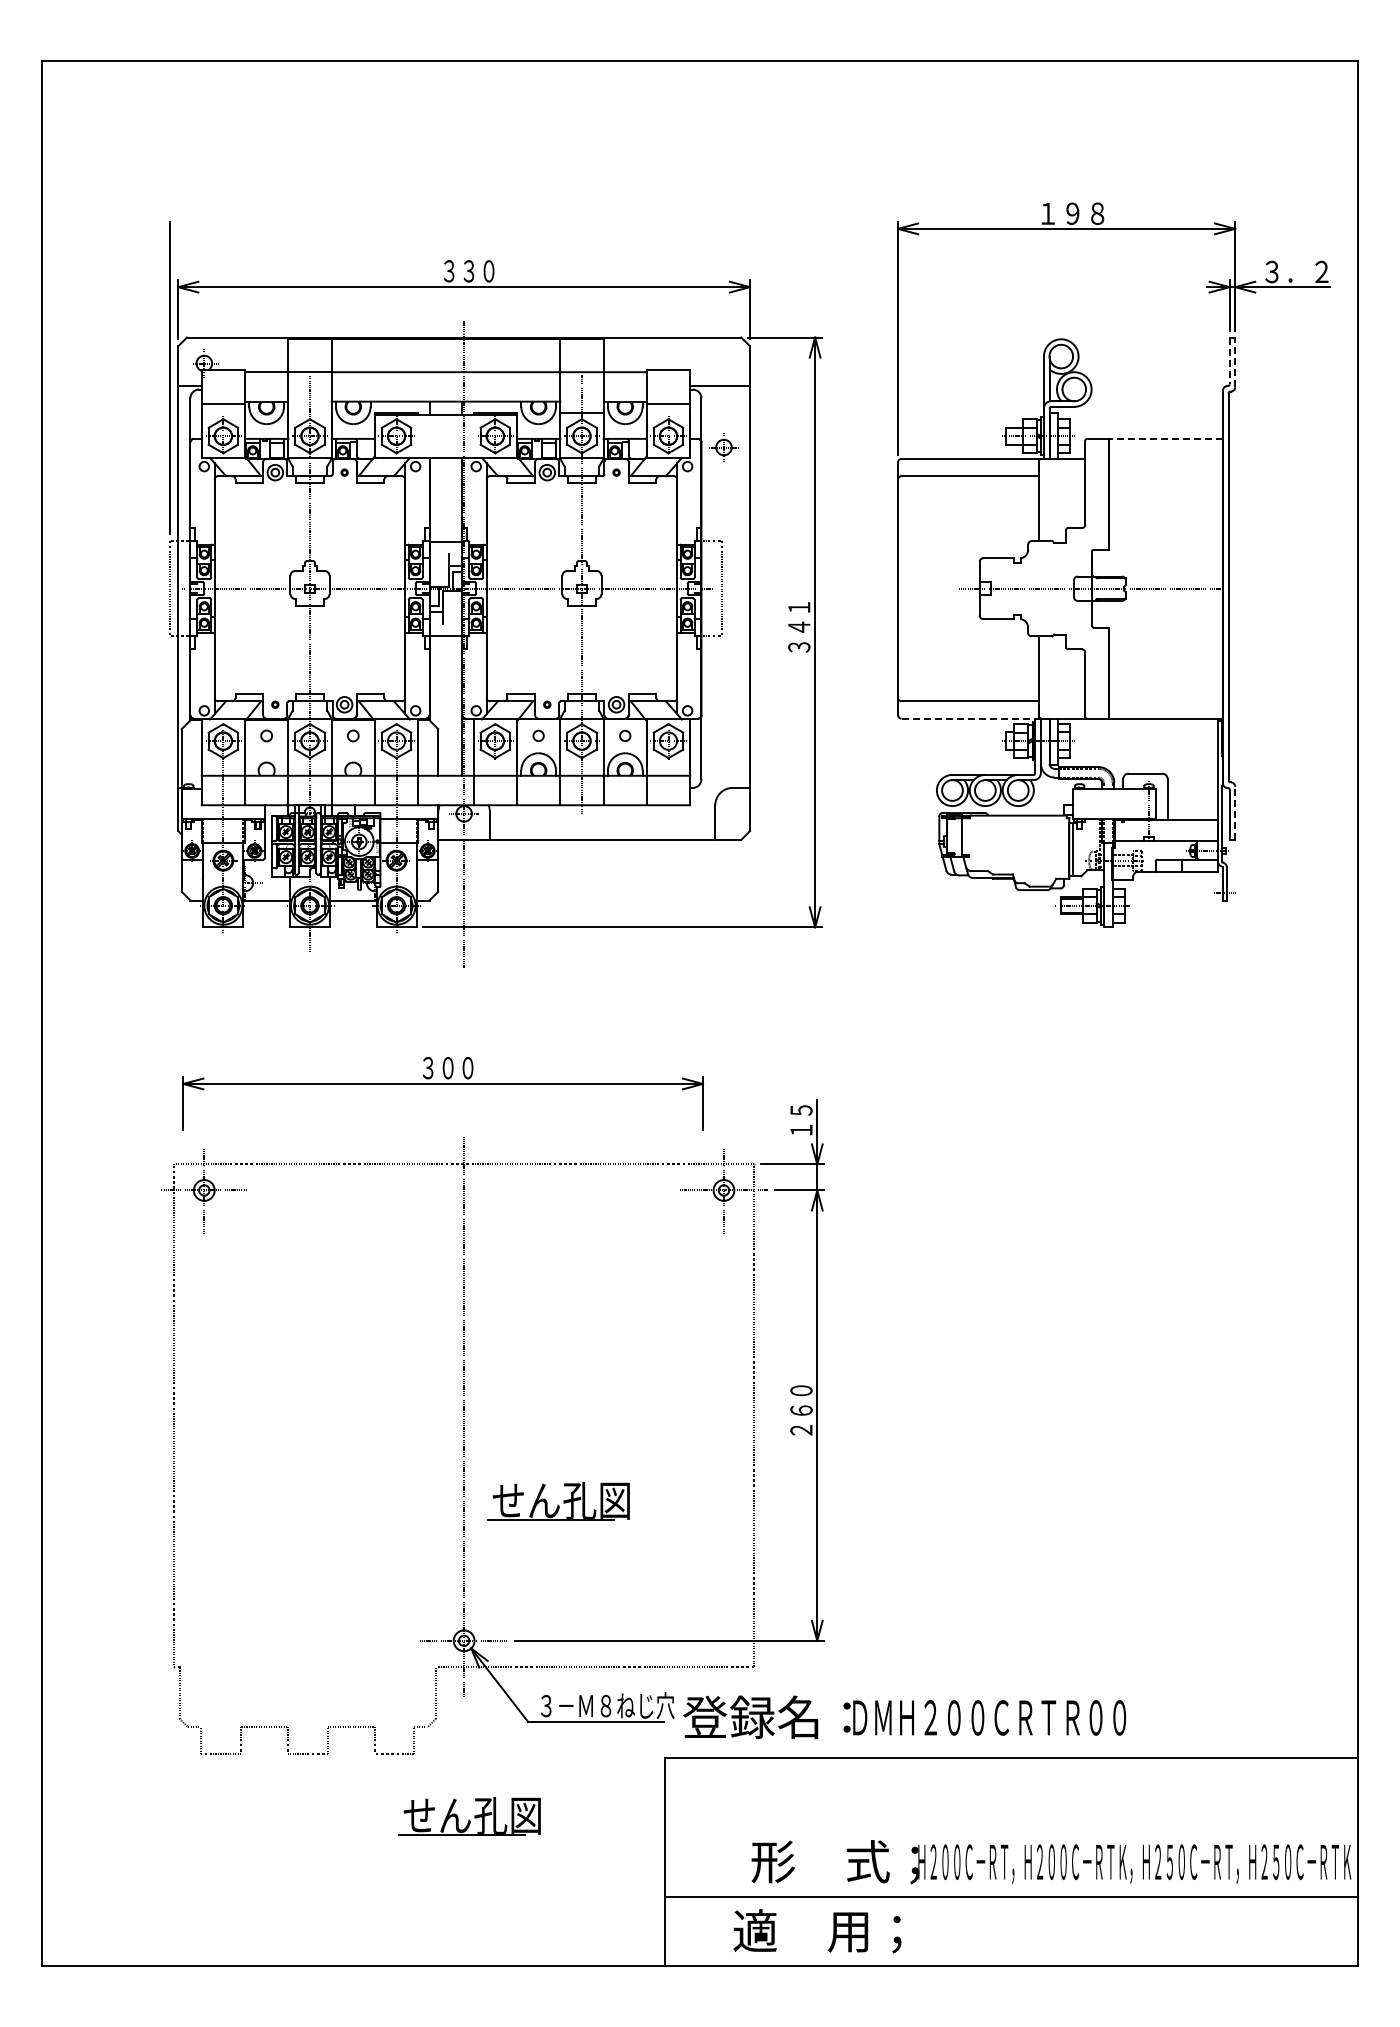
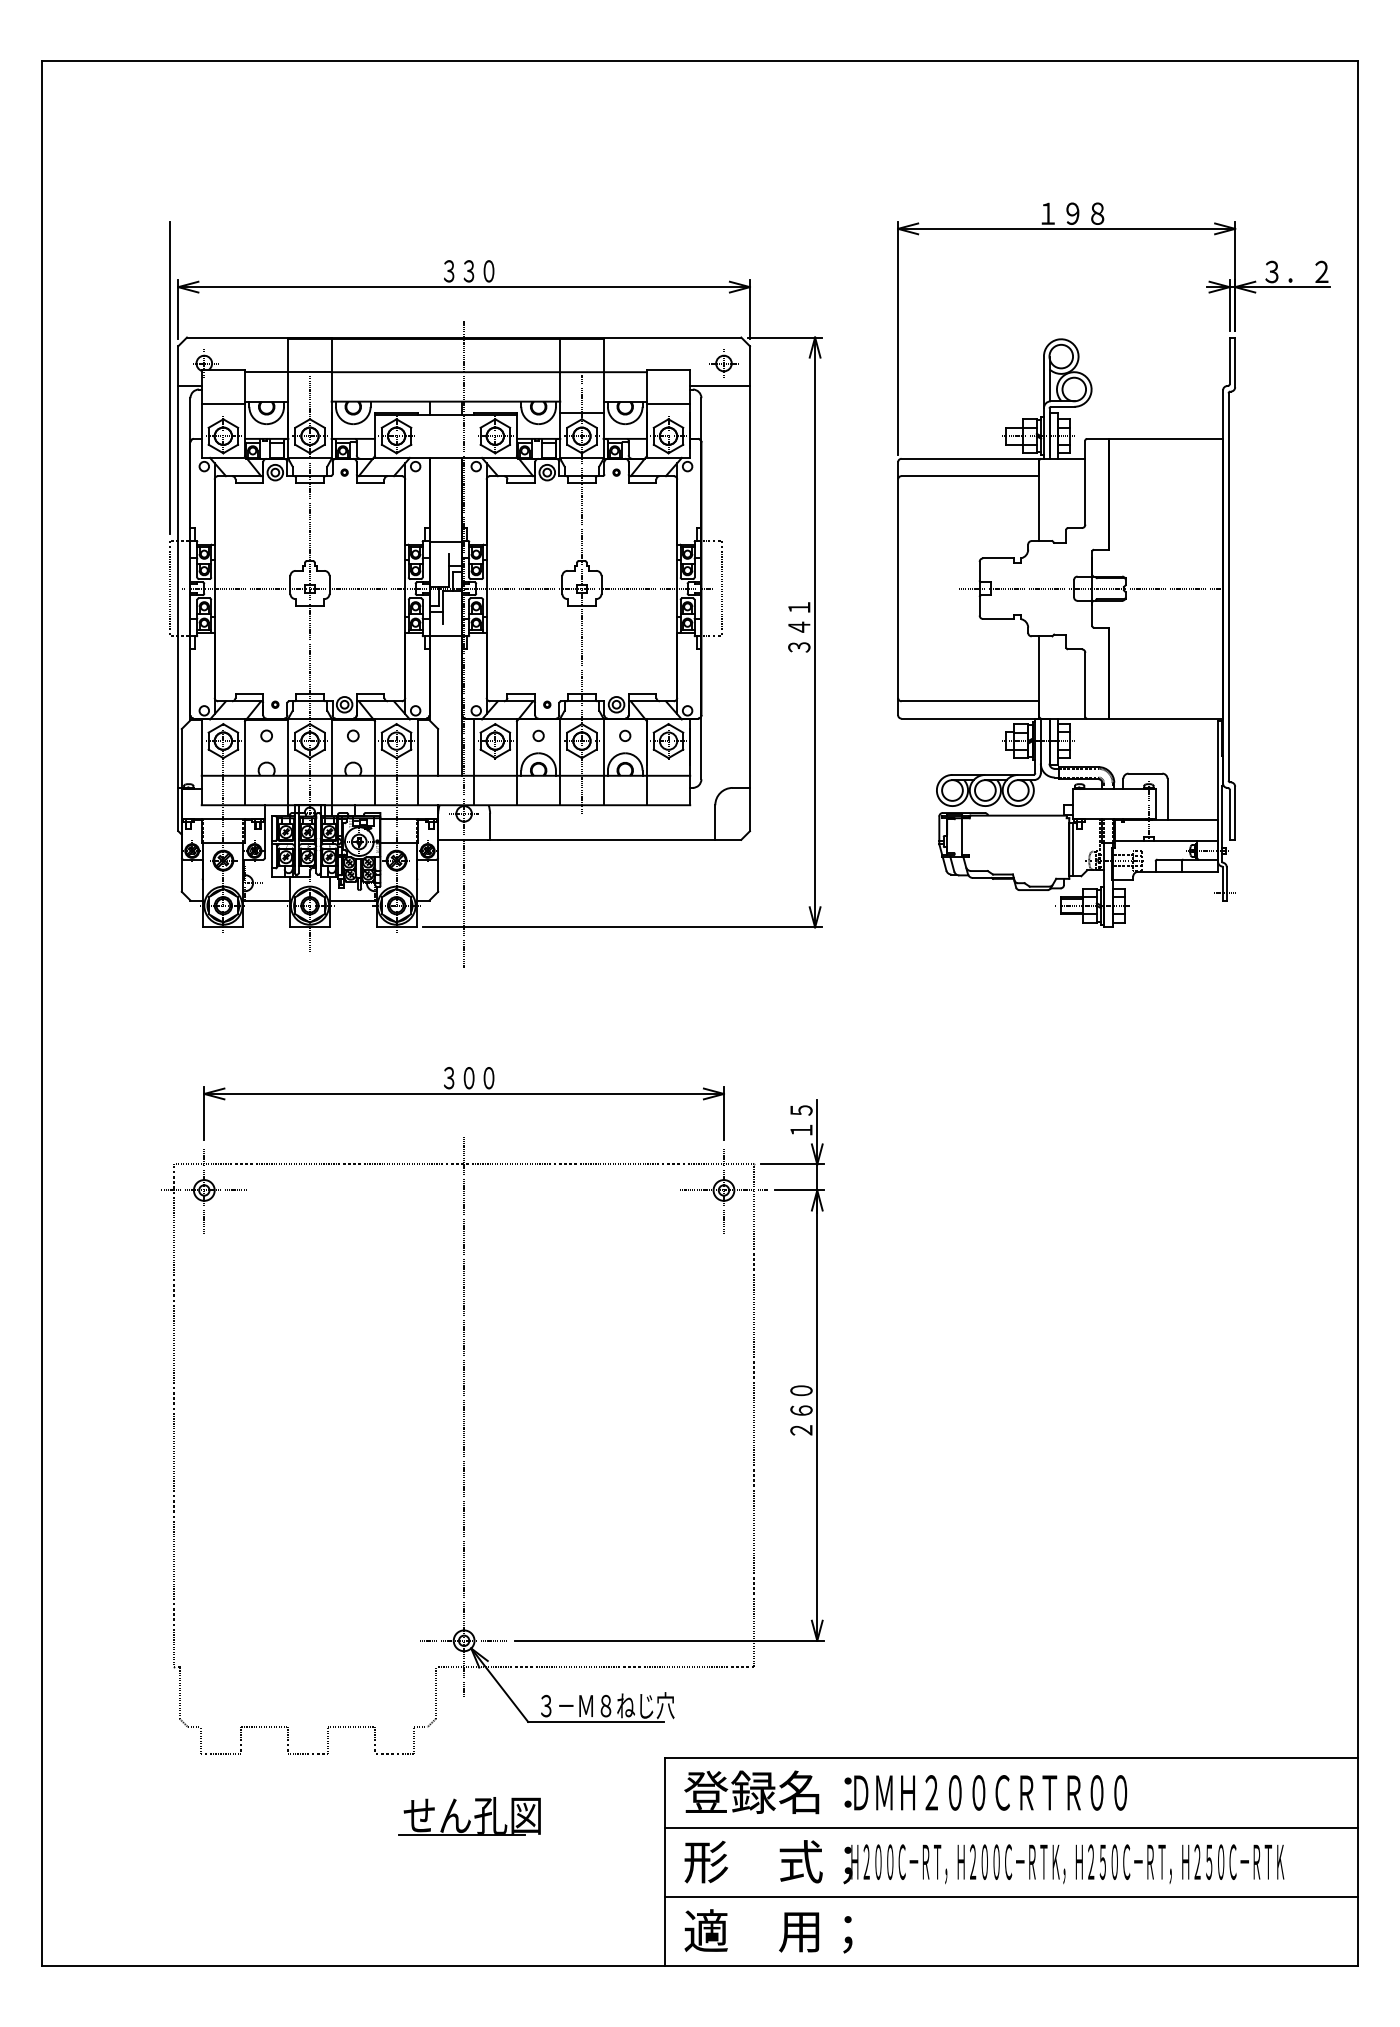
line at (1229, 361): dashed -> solid
line at (1235, 362): dashed -> solid
line at (1165, 438): dashed -> solid
part at (723, 447) position: (723, 447) -> (723, 363)
line at (970, 718): dashed -> solid
line at (1235, 813): dashed -> solid
part at (442, 1084) position: (442, 1084) -> (463, 1094)
part at (558, 1501): present -> none
text at (904, 1717) position: (904, 1717) -> (905, 1792)
line at (1011, 1827): none -> present
text at (1051, 1862) position: (1051, 1862) -> (984, 1862)
text at (817, 1931) position: (817, 1931) -> (768, 1931)
